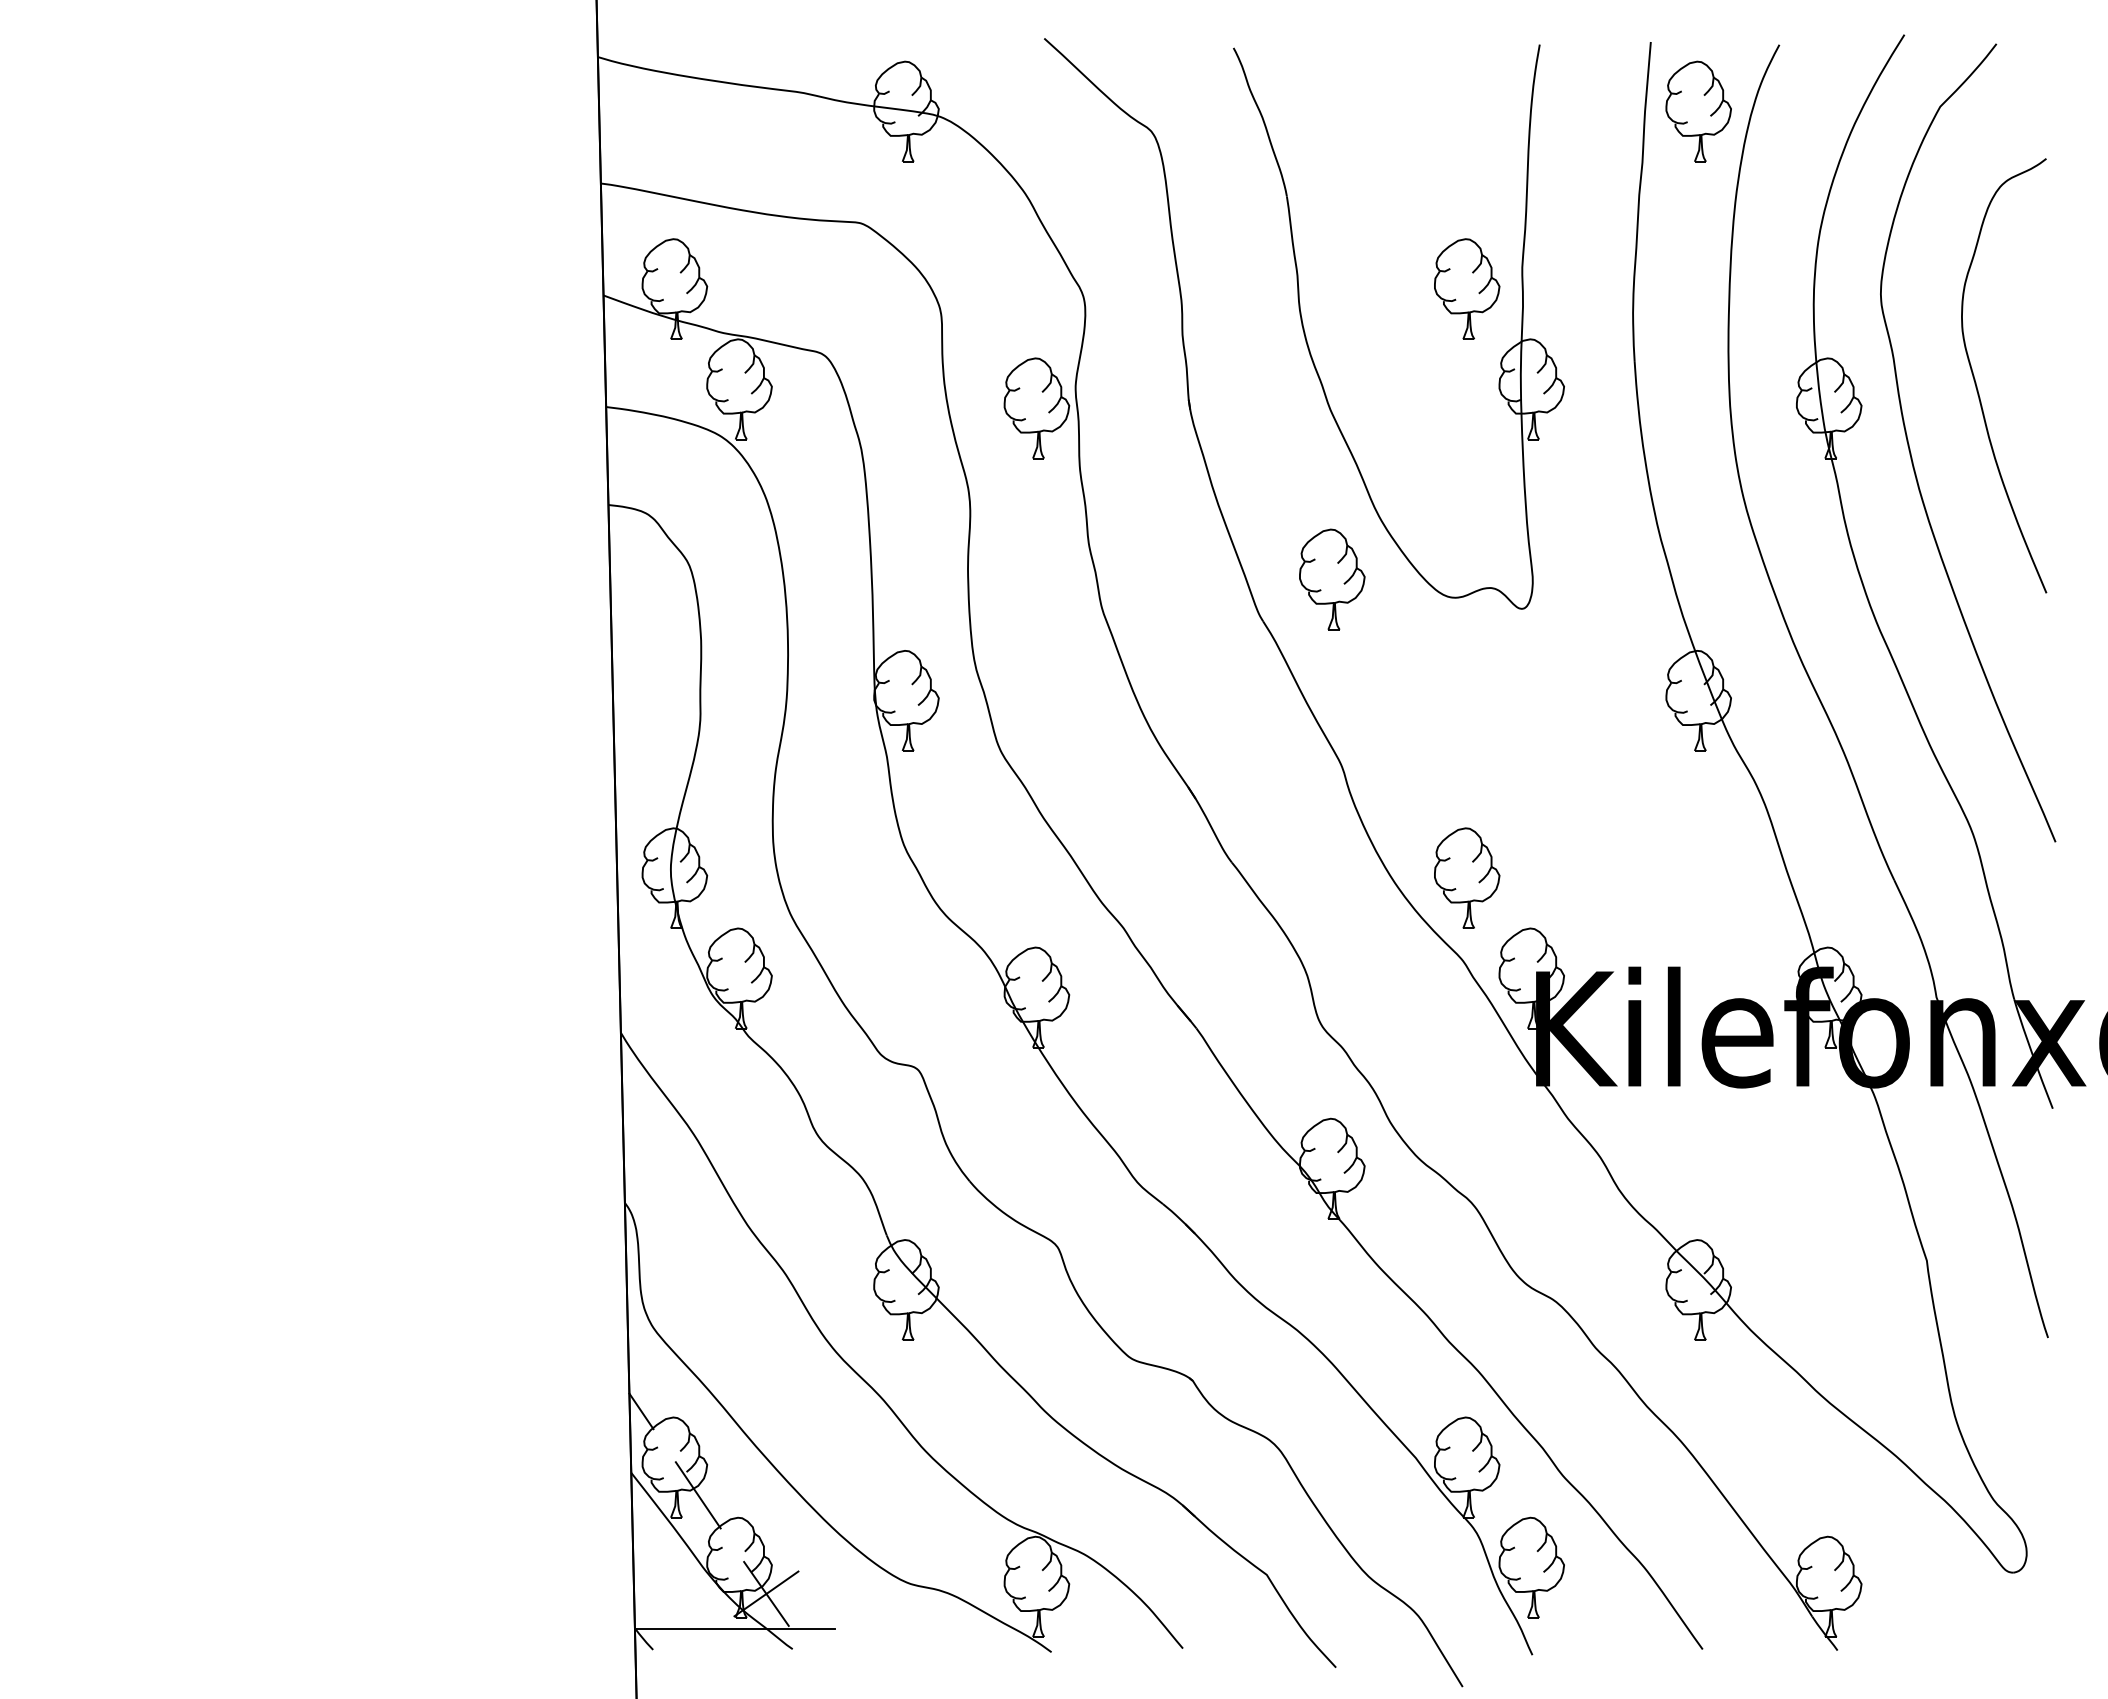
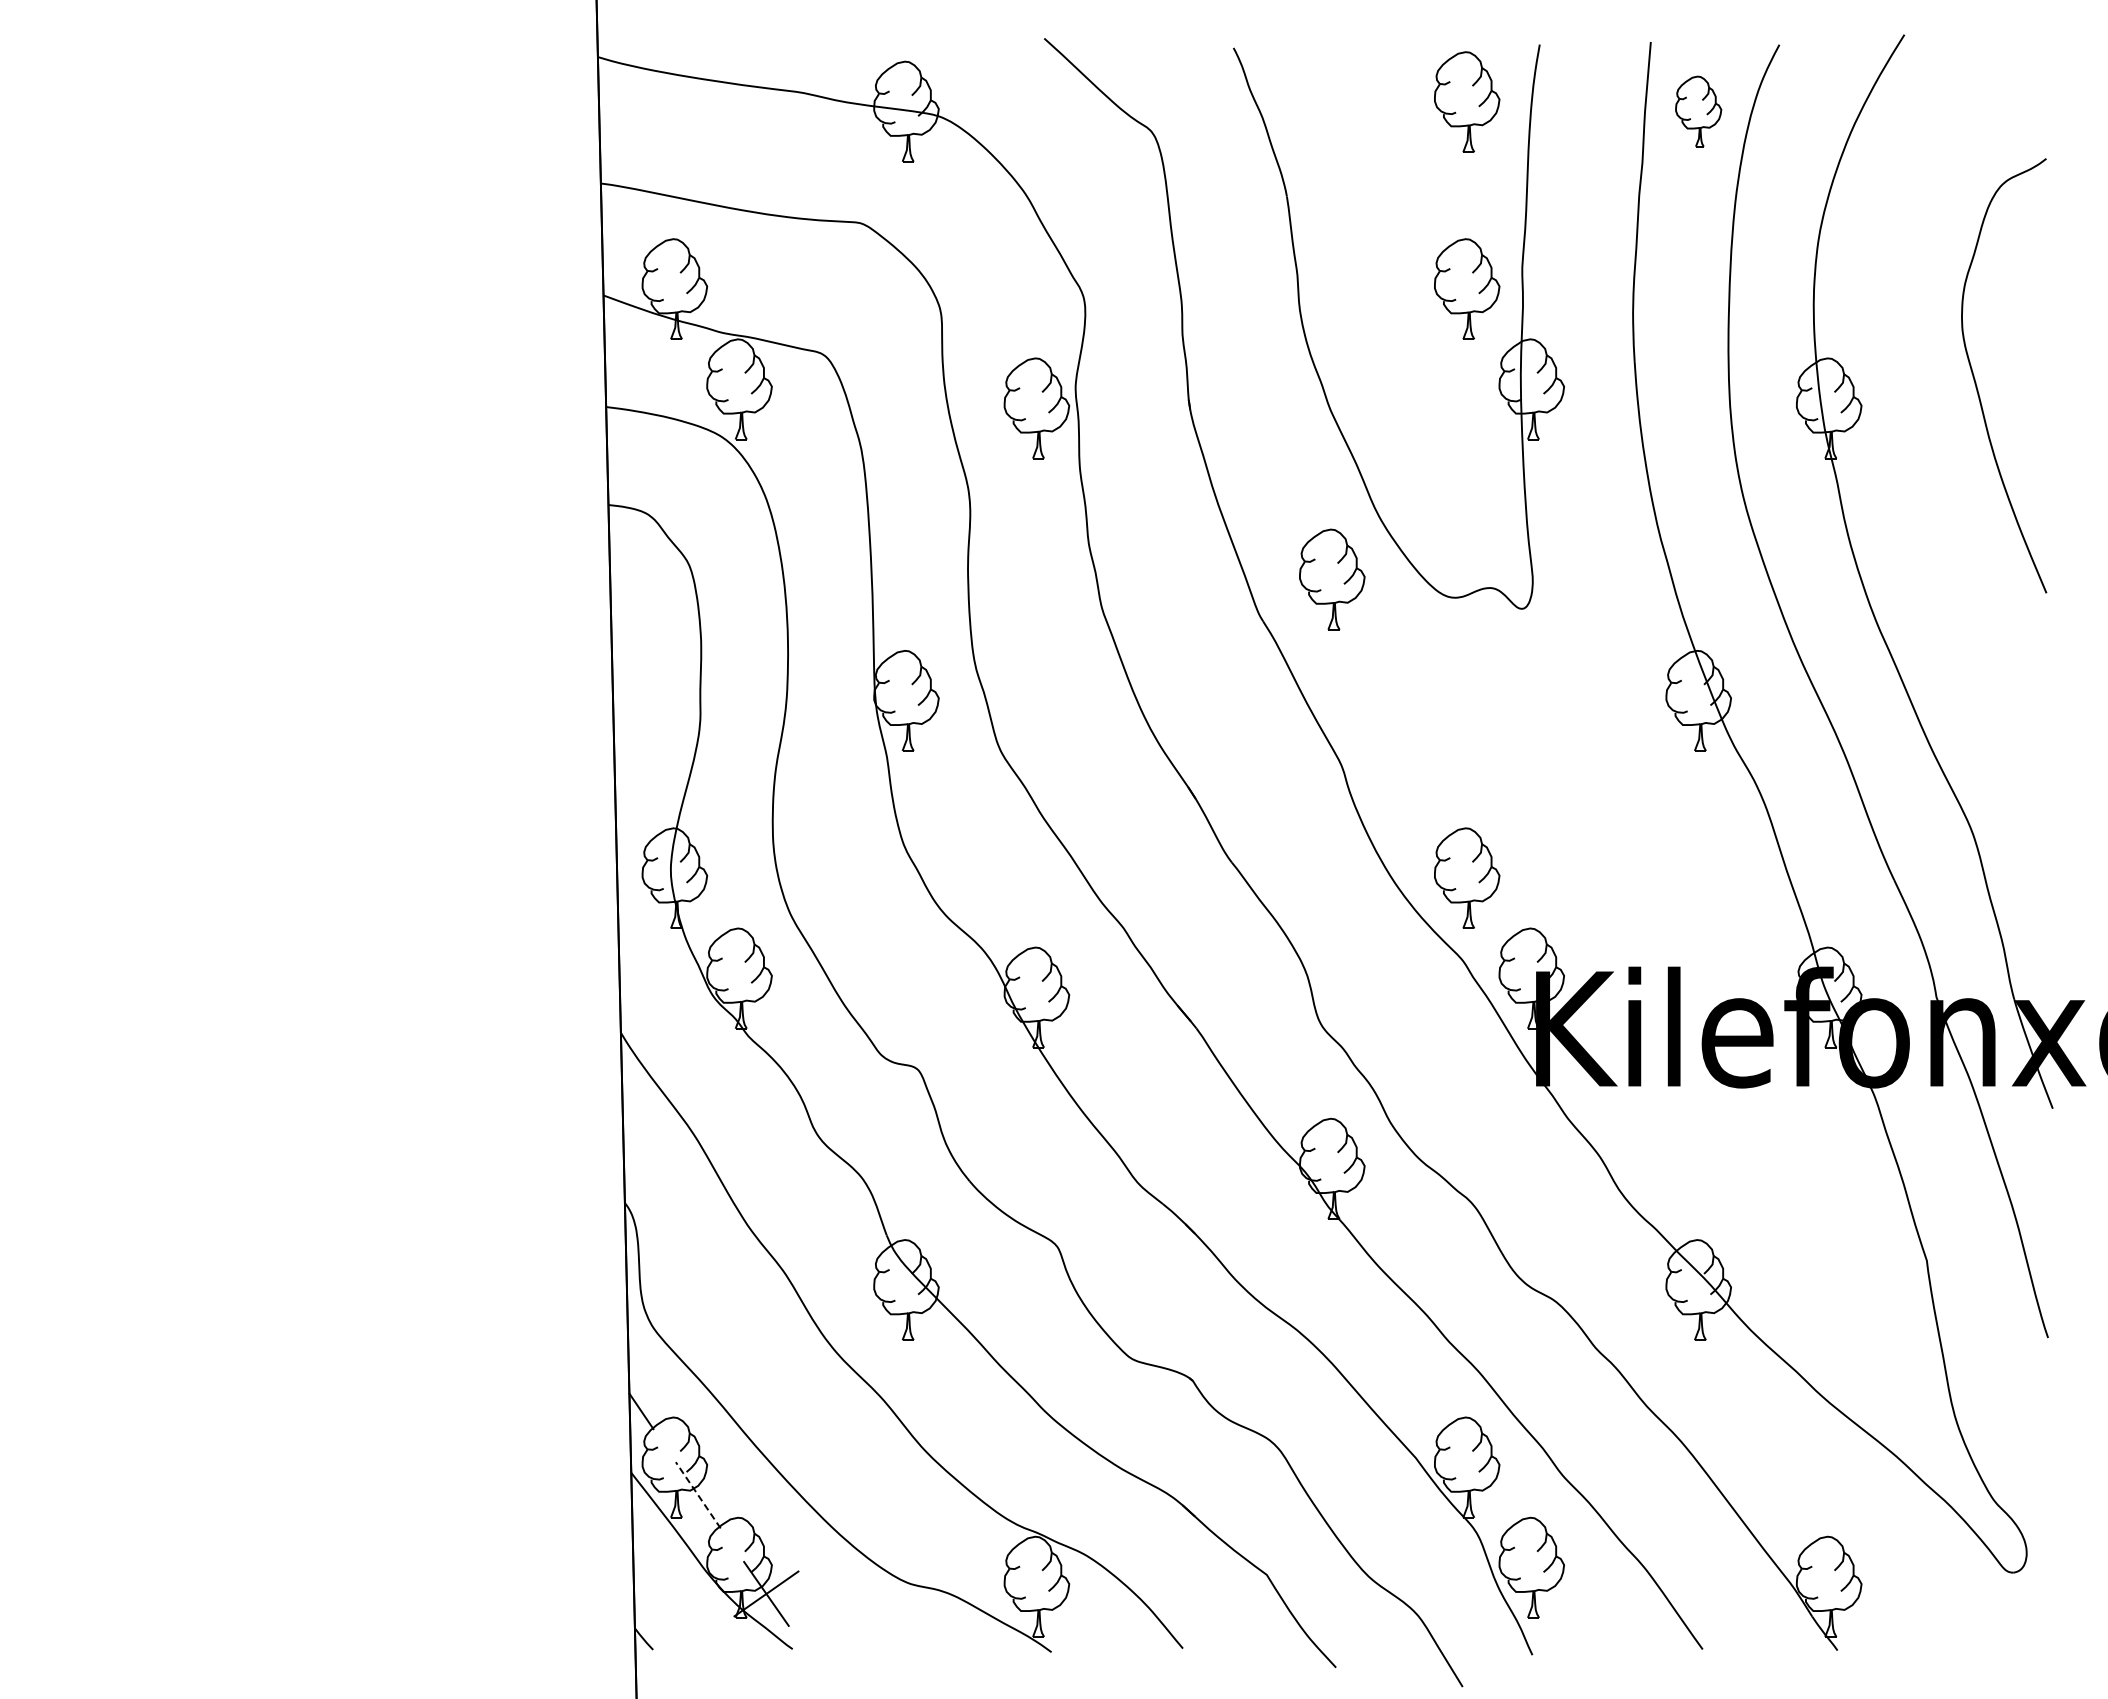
part at (1467, 101): none -> present
part at (1698, 111) size: 67x103 px -> 48x73 px
curve at (1911, 452): present -> none
line at (698, 1495): solid -> dashed
line at (734, 1628): present -> none
